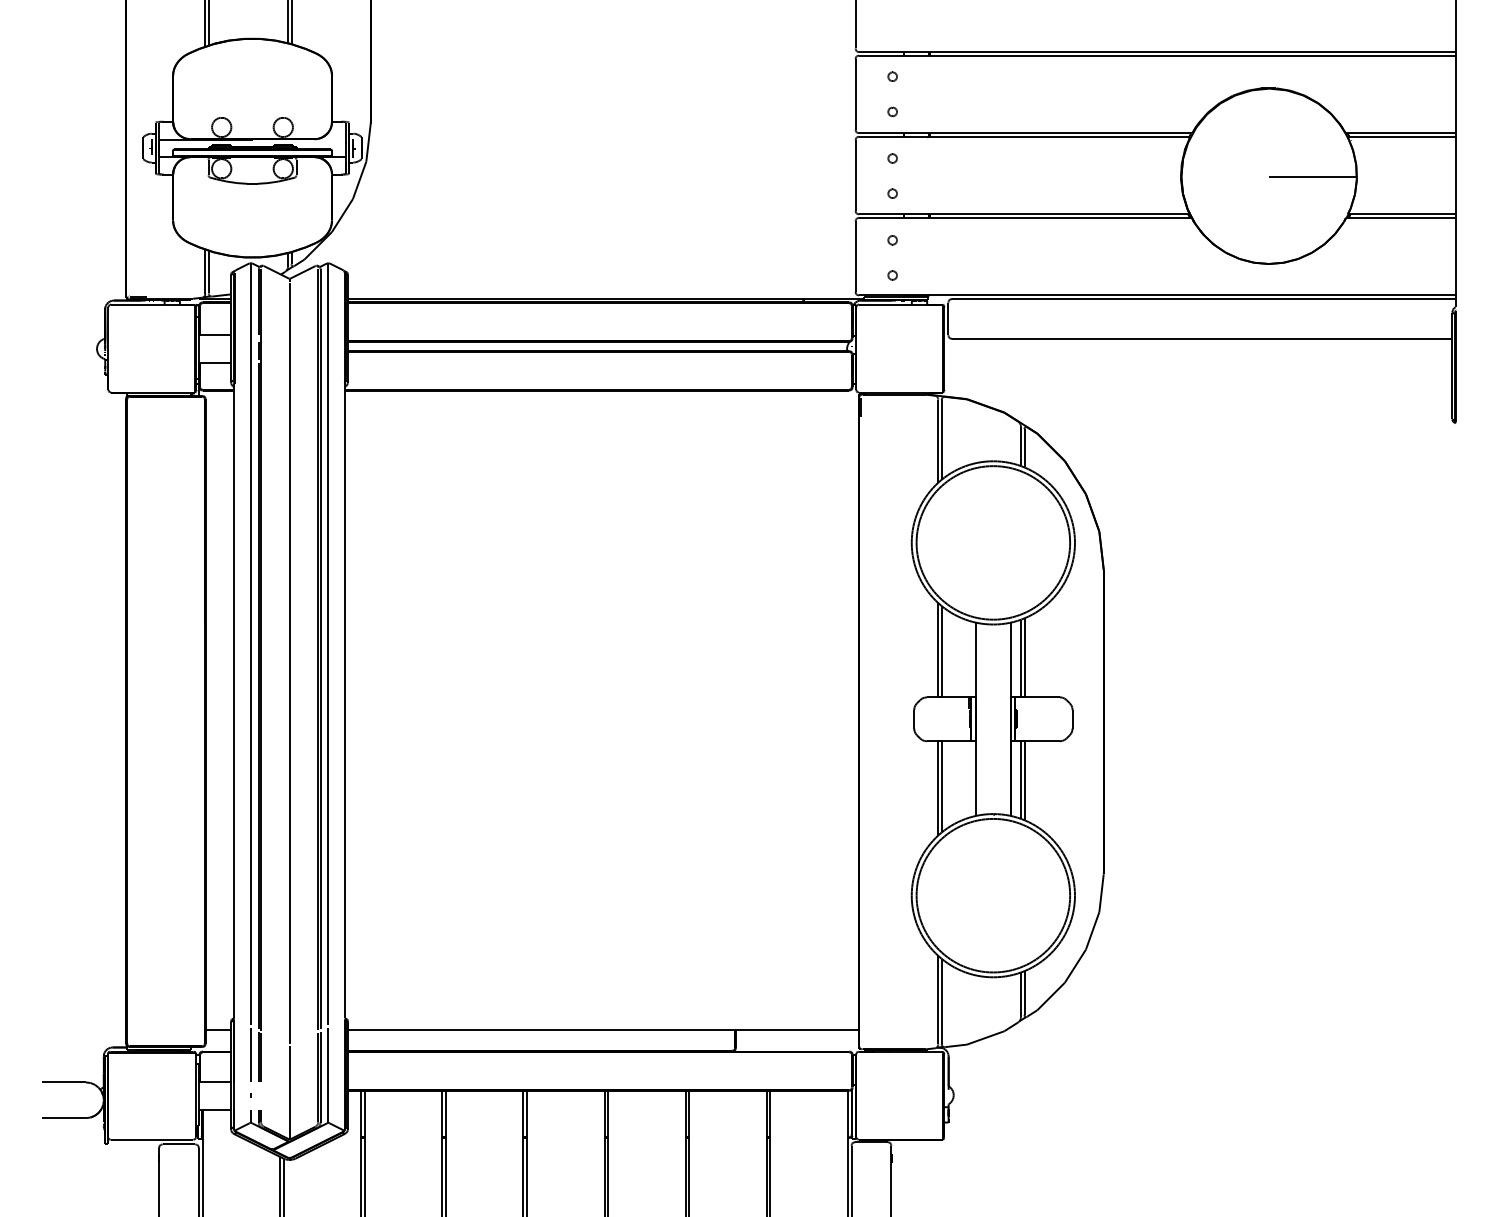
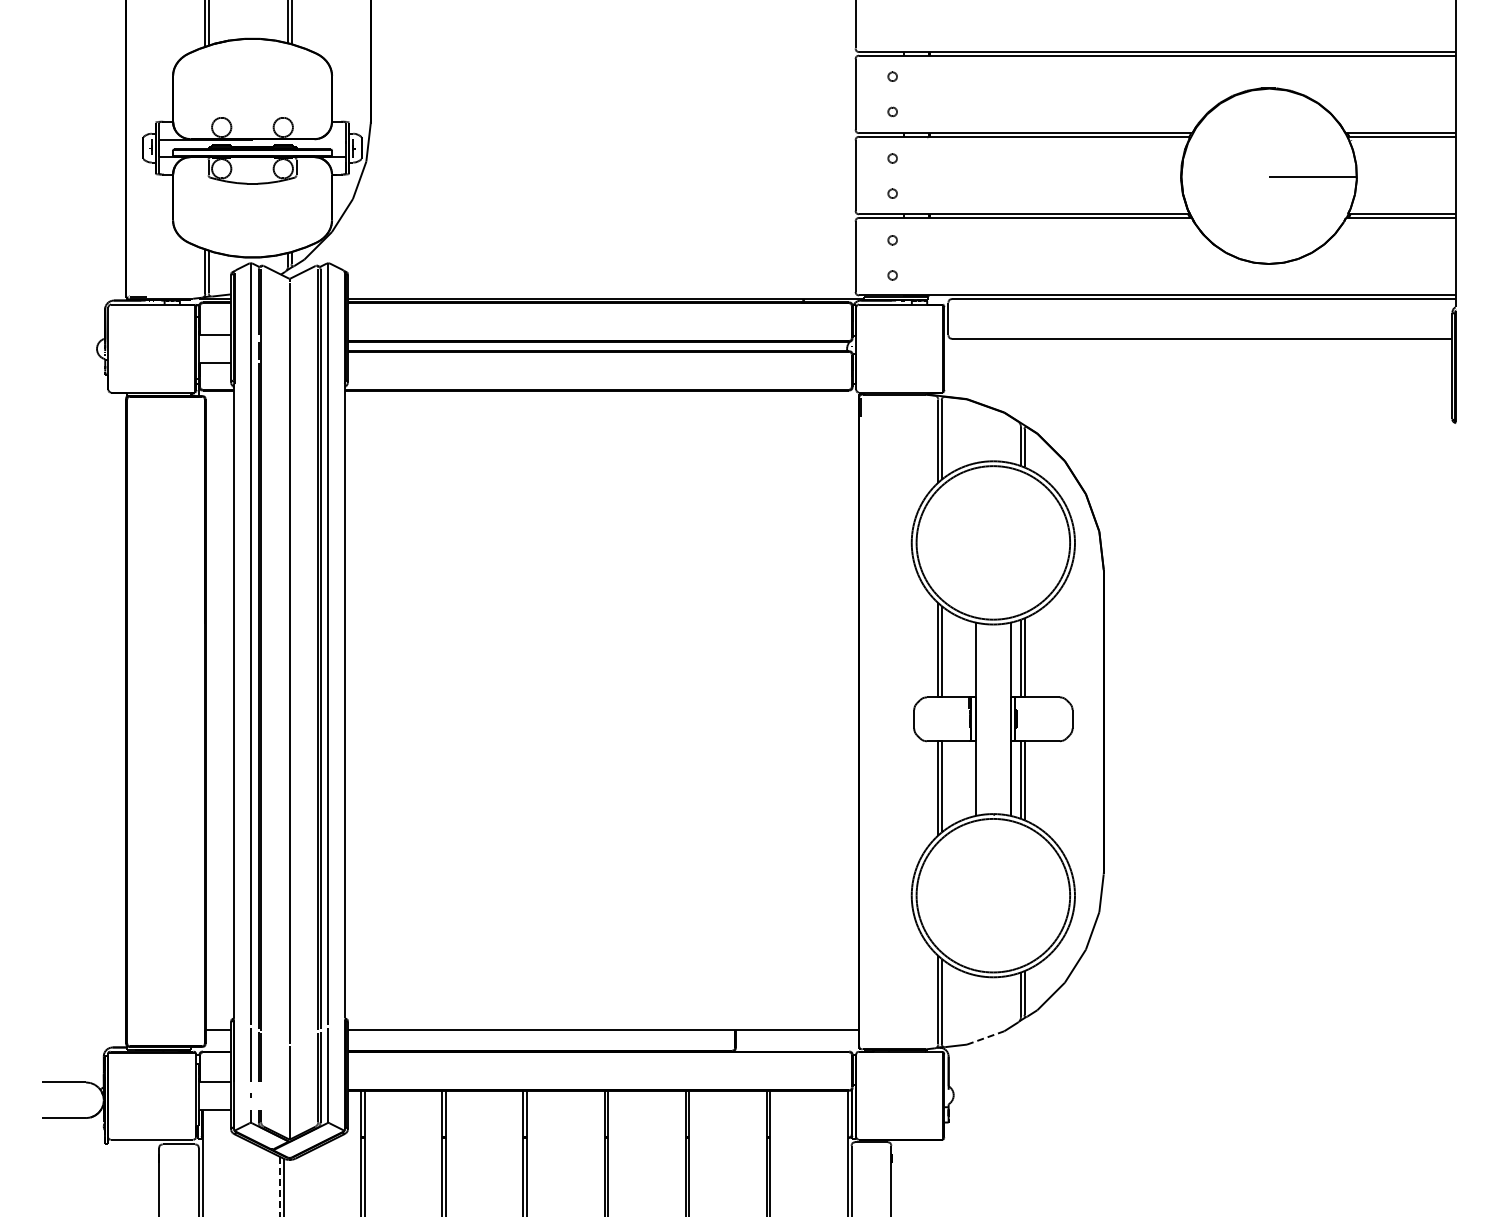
line at (985, 1037): solid -> dashed
line at (279, 1186): solid -> dashed
